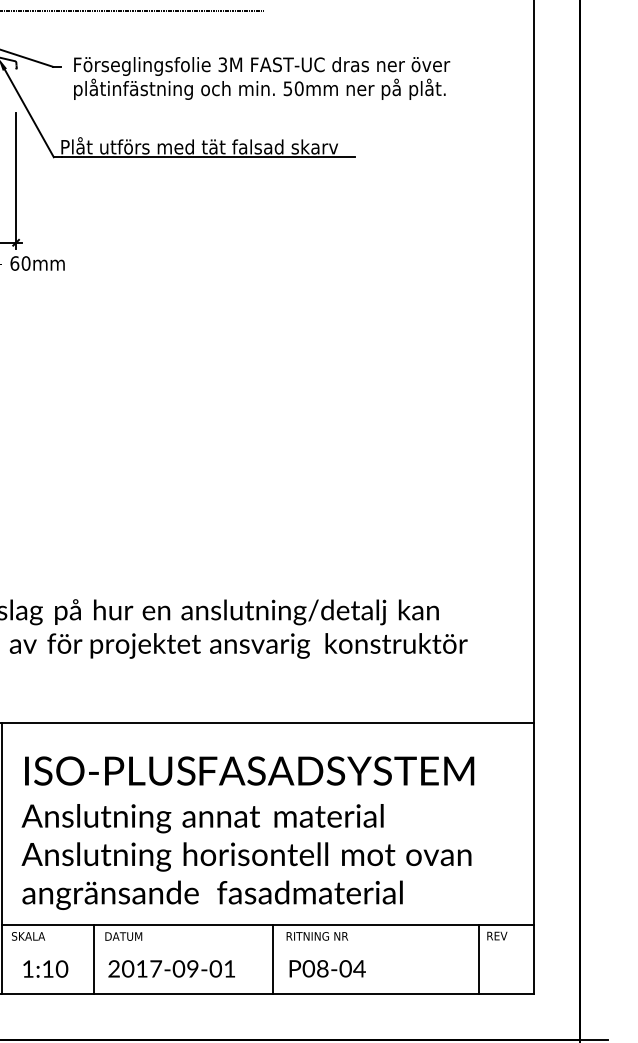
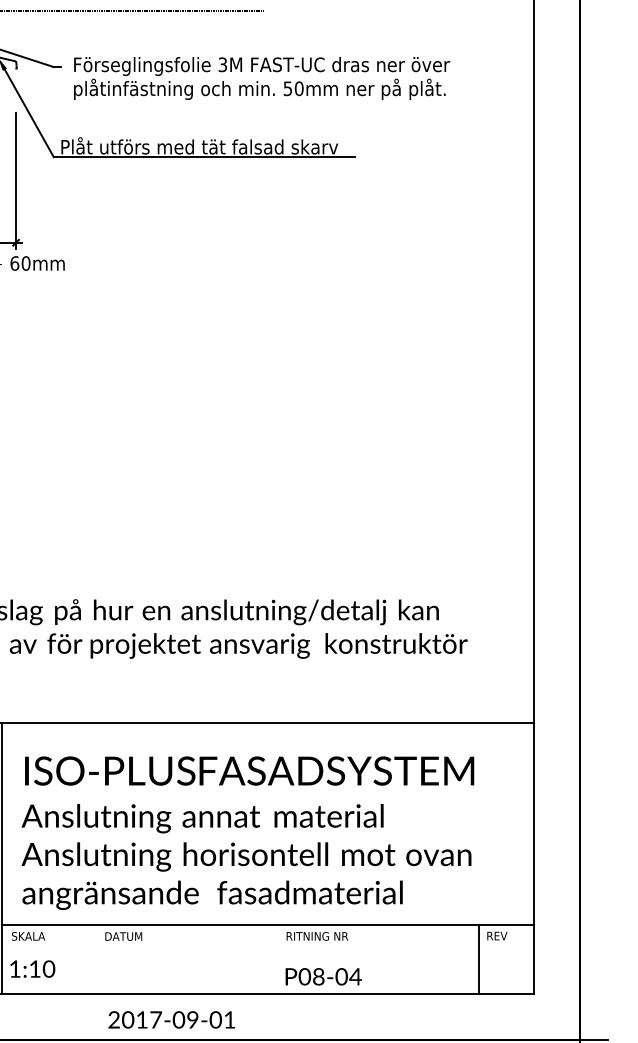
line at (94, 958): present -> none
line at (272, 958): present -> none
text at (45, 968) position: (45, 968) -> (32, 968)
text at (171, 968) position: (171, 968) -> (171, 1019)
text at (327, 968) position: (327, 968) -> (323, 976)
